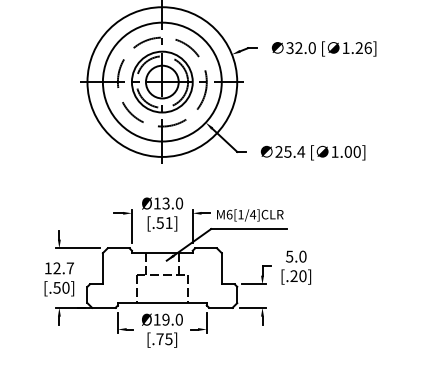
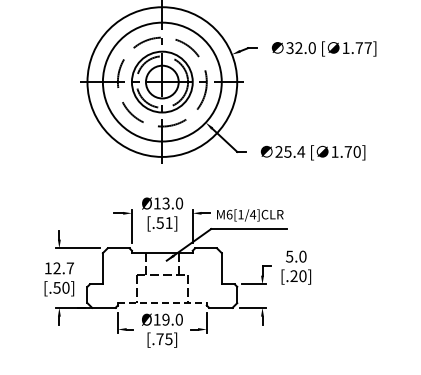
text at (363, 48): 1.26] -> 1.77]
text at (347, 151): 1.00] -> 1.70]
line at (162, 303): solid -> dashed
